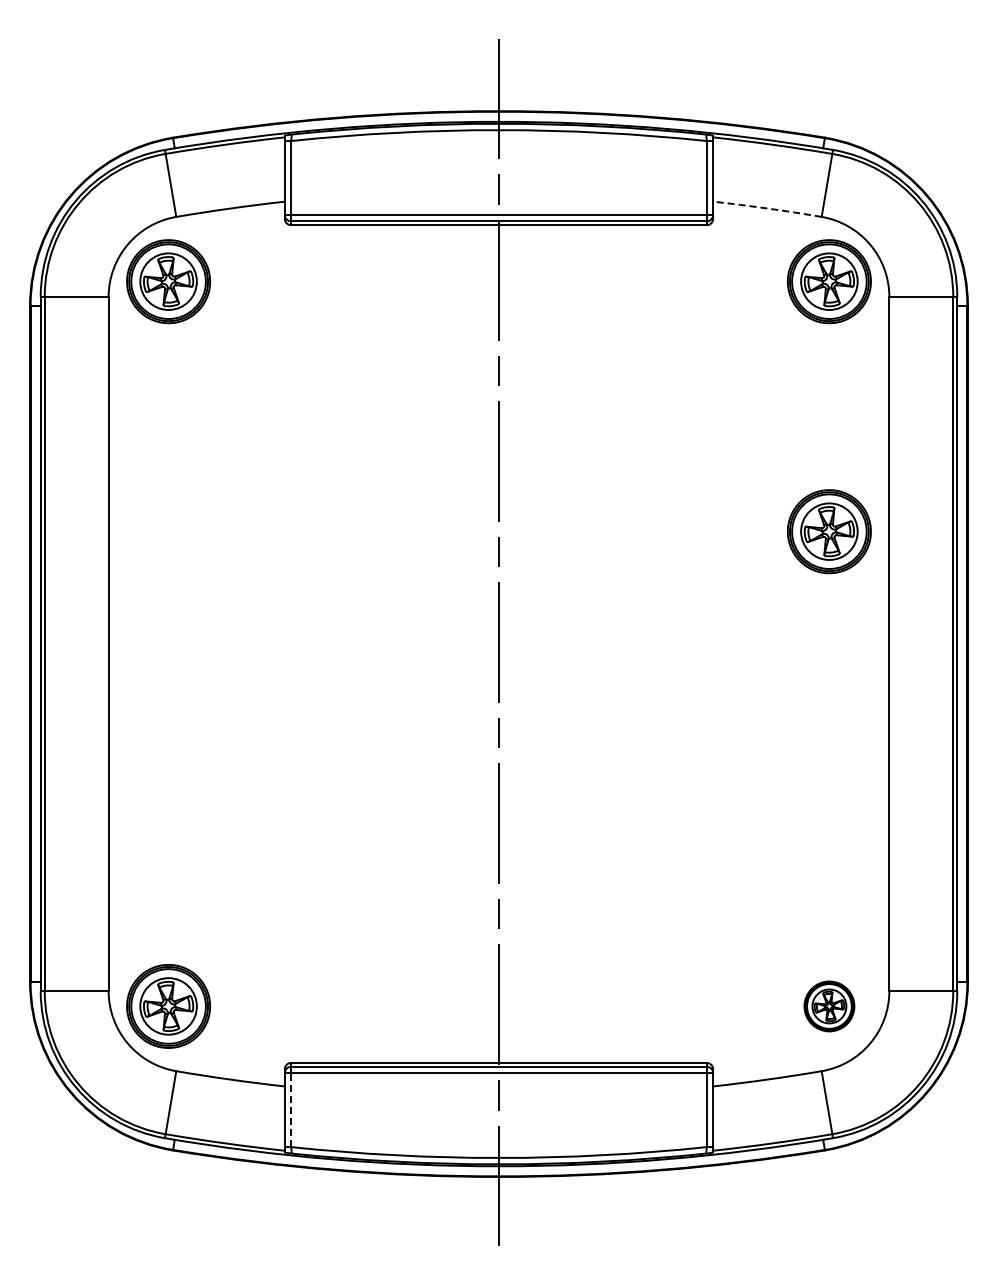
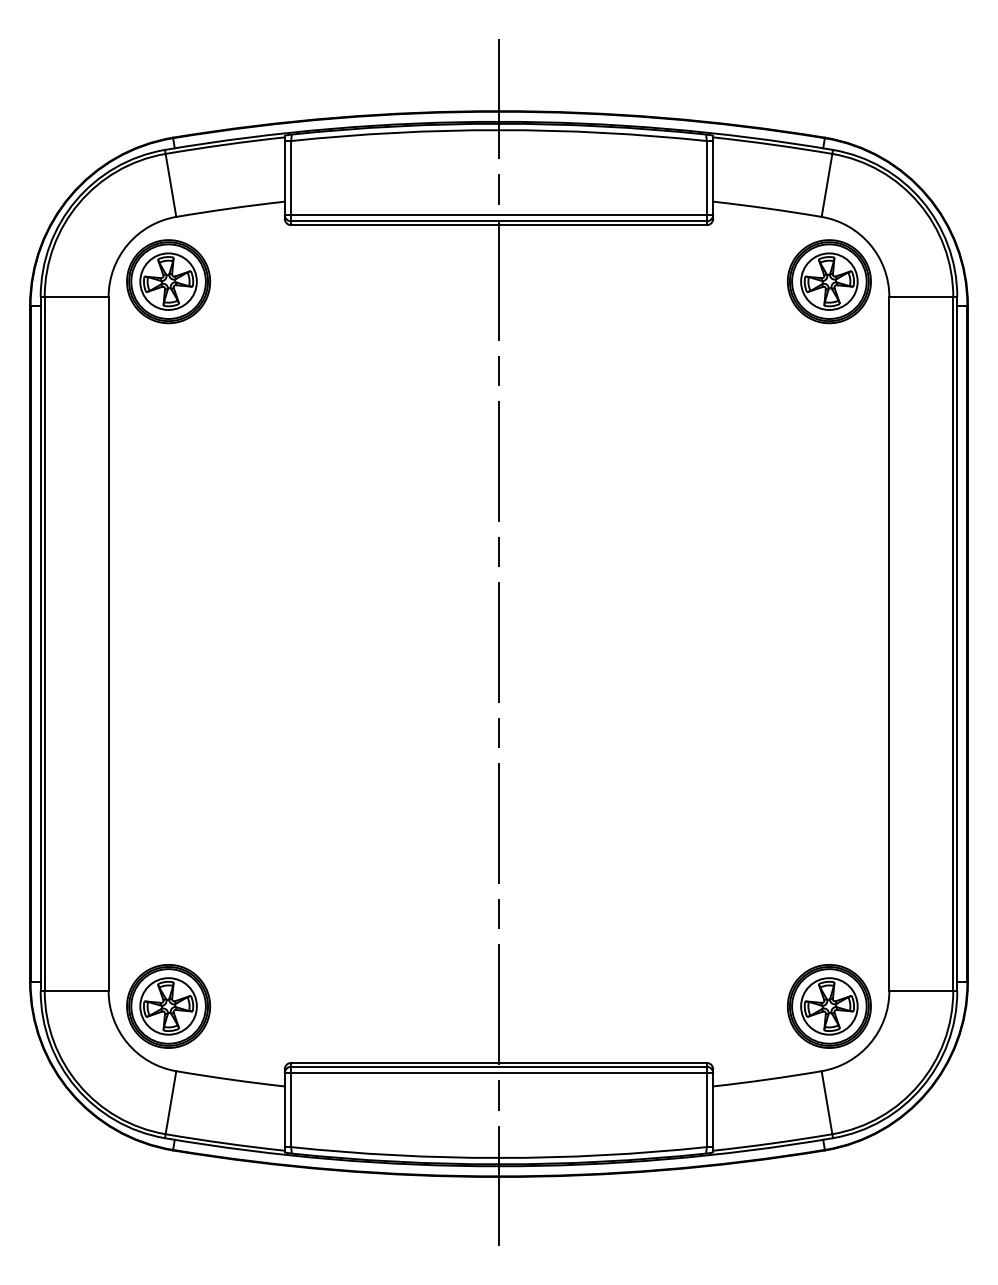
arc at (767, 208): dashed -> solid
part at (829, 531): present -> none
part at (829, 1006) size: 53x53 px -> 85x85 px
line at (291, 1110): dashed -> solid
